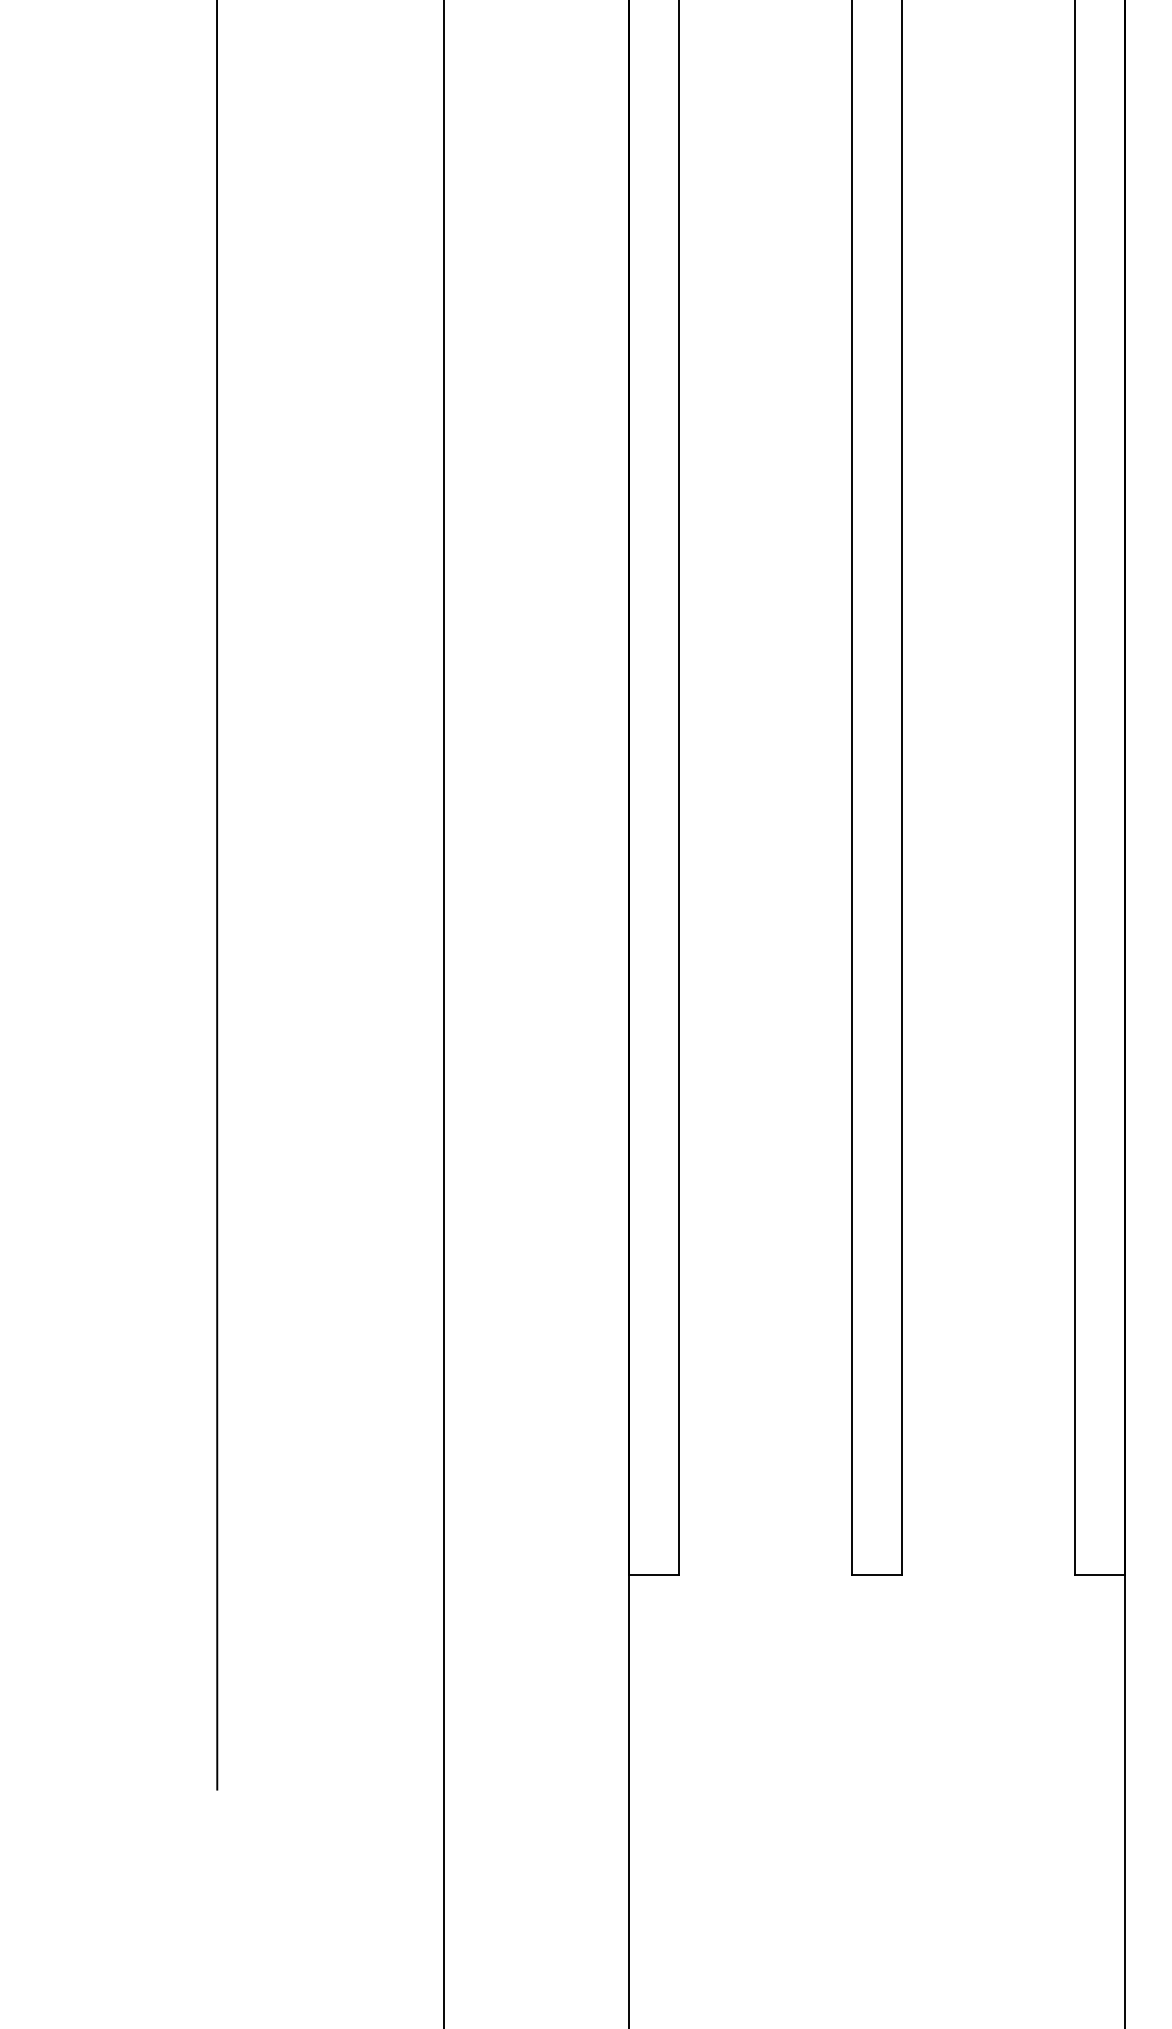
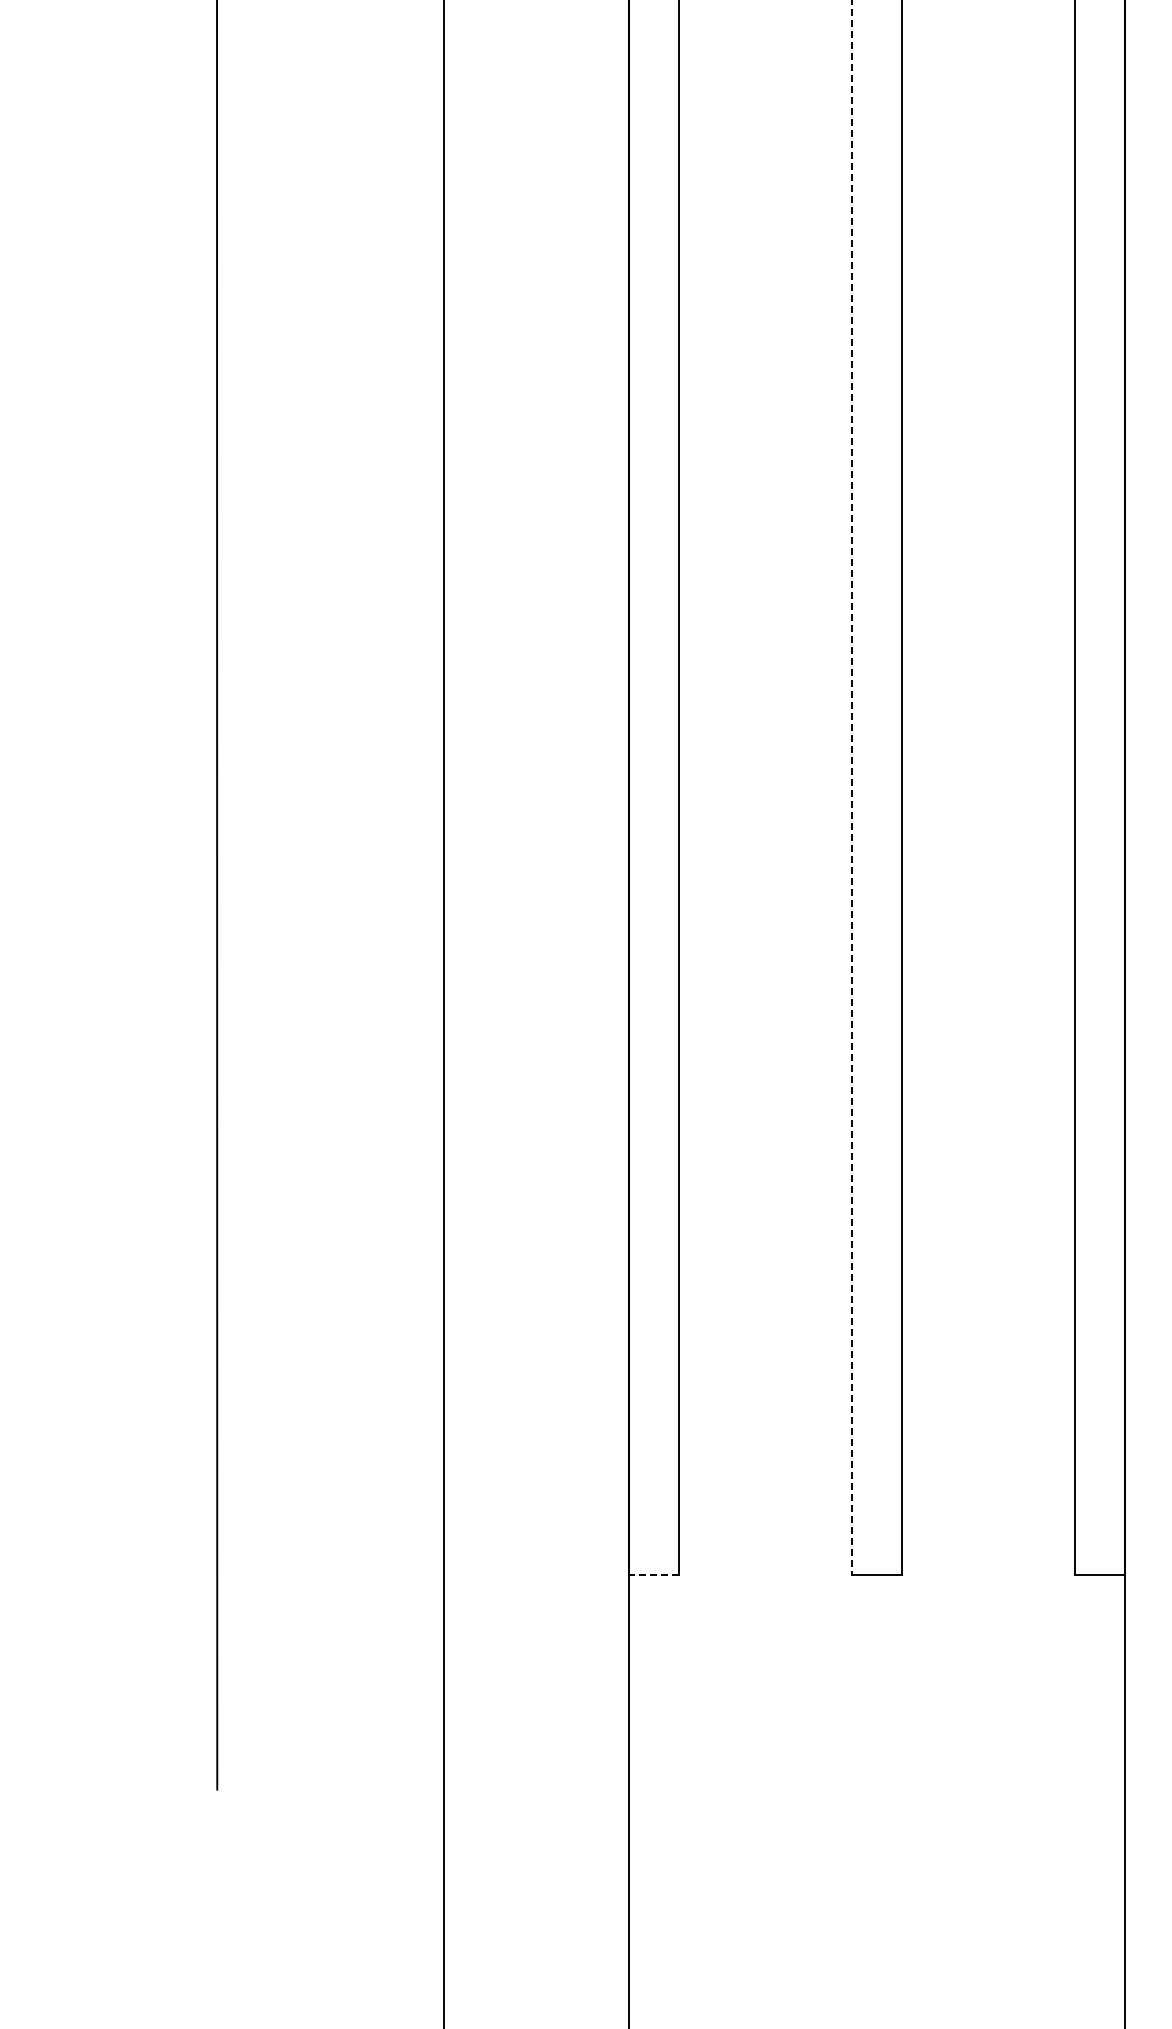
line at (852, 788): solid -> dashed
line at (654, 1575): solid -> dashed
